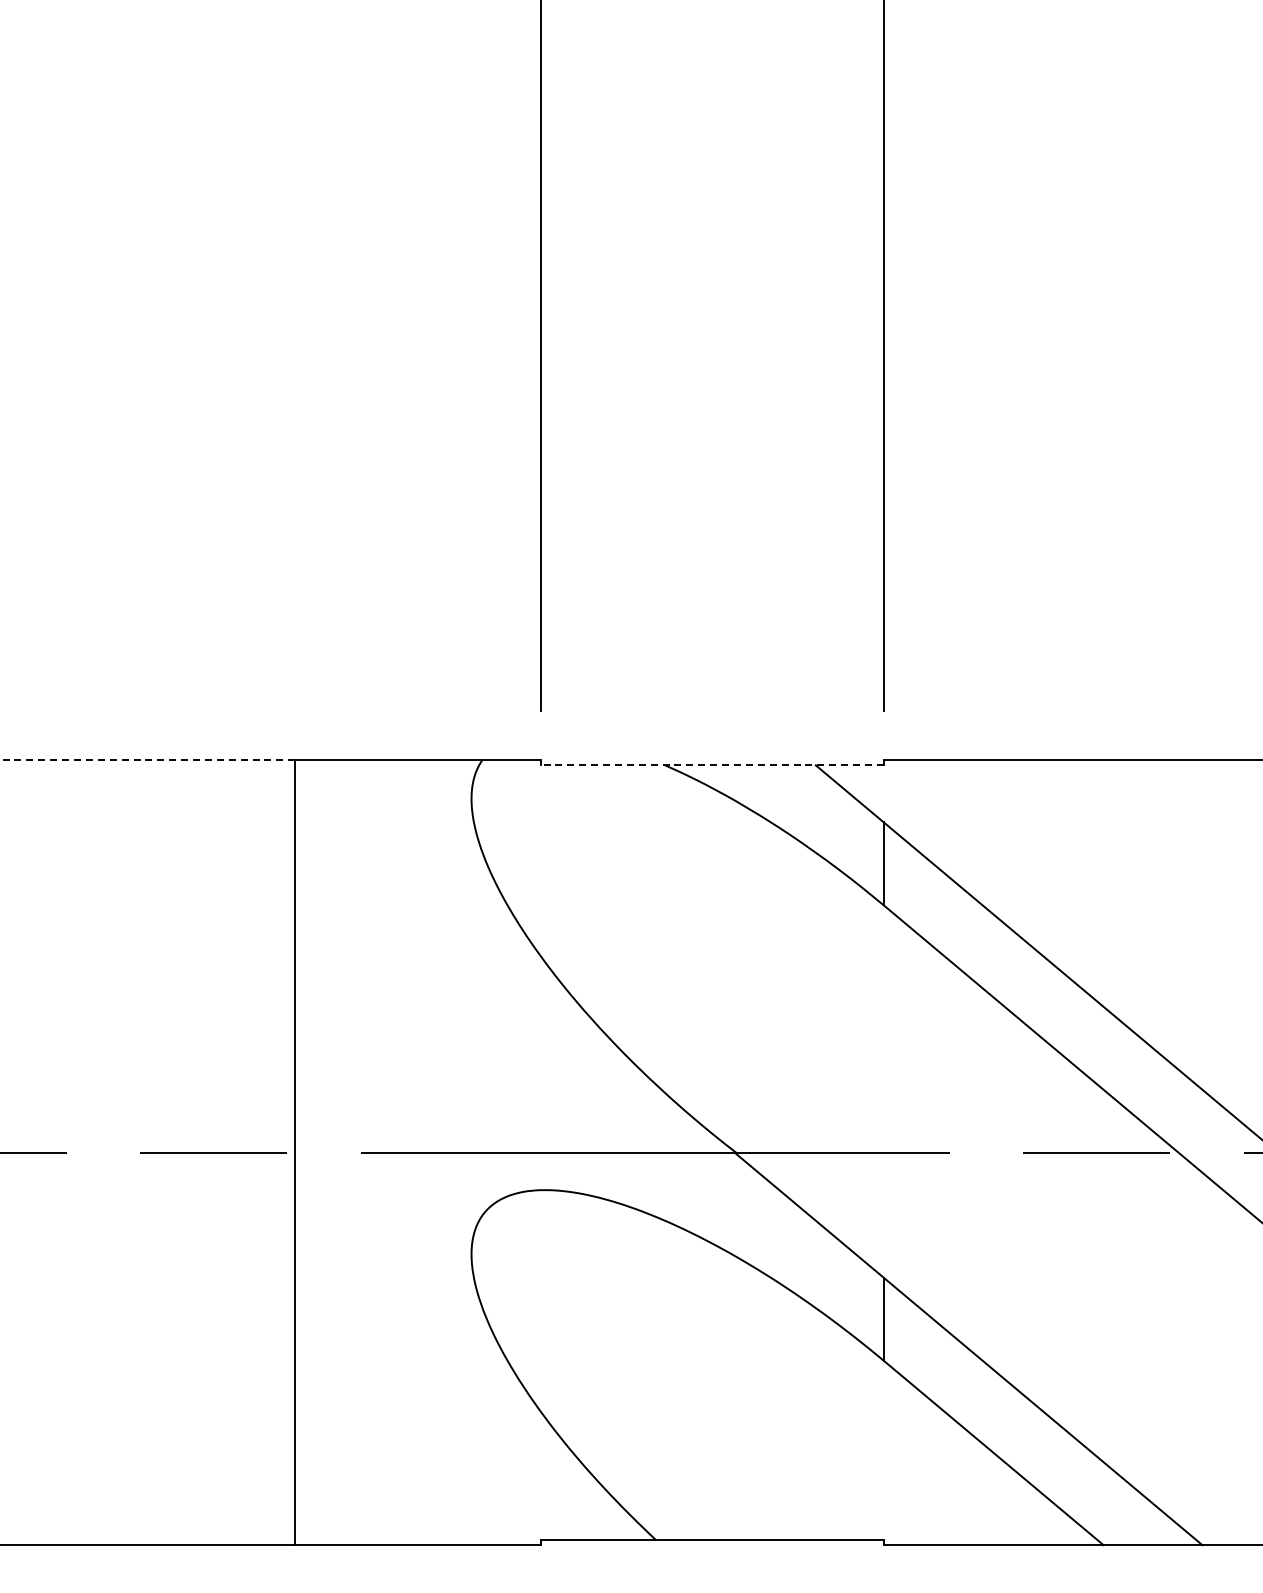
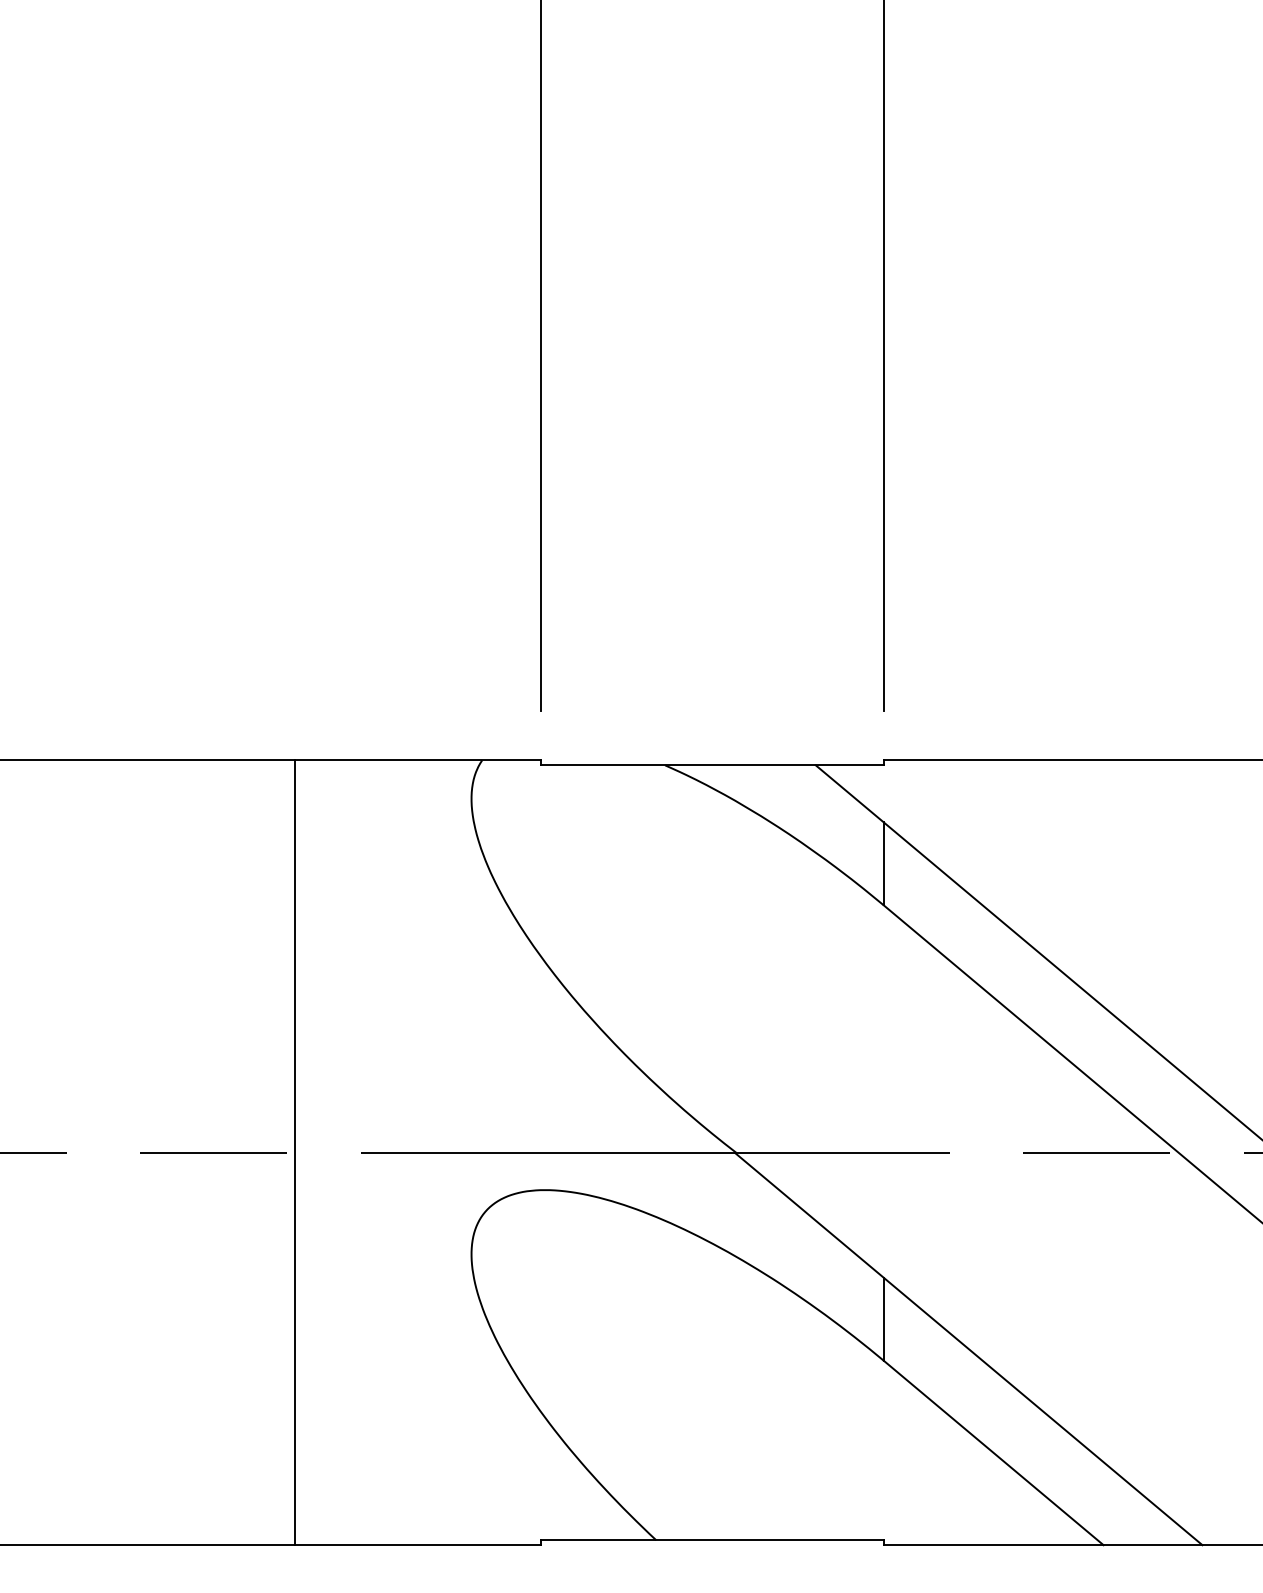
line at (147, 760): dashed -> solid
line at (712, 765): dashed -> solid
